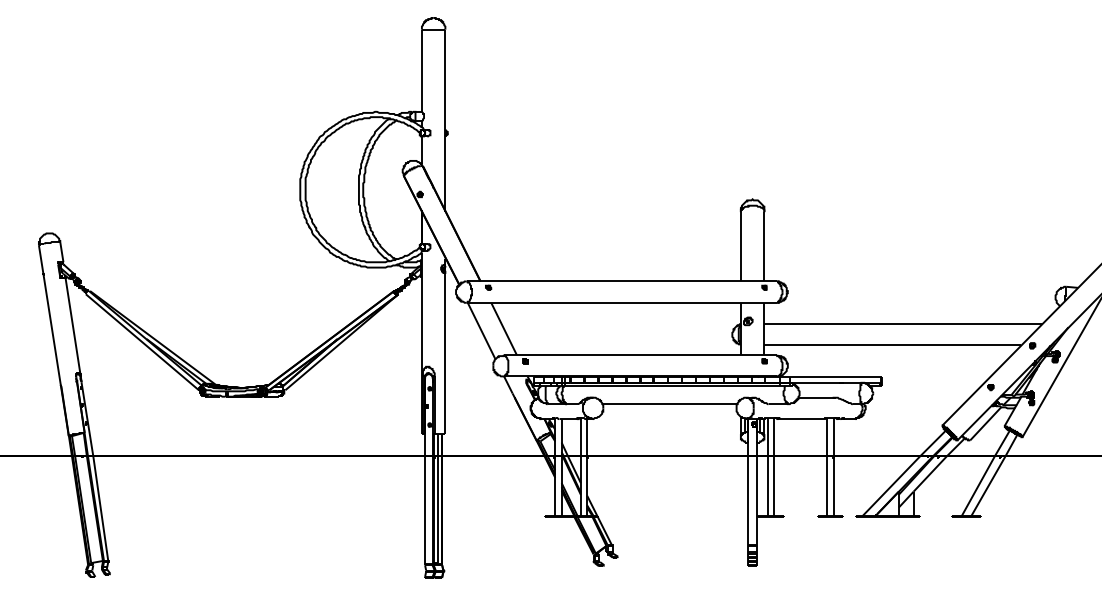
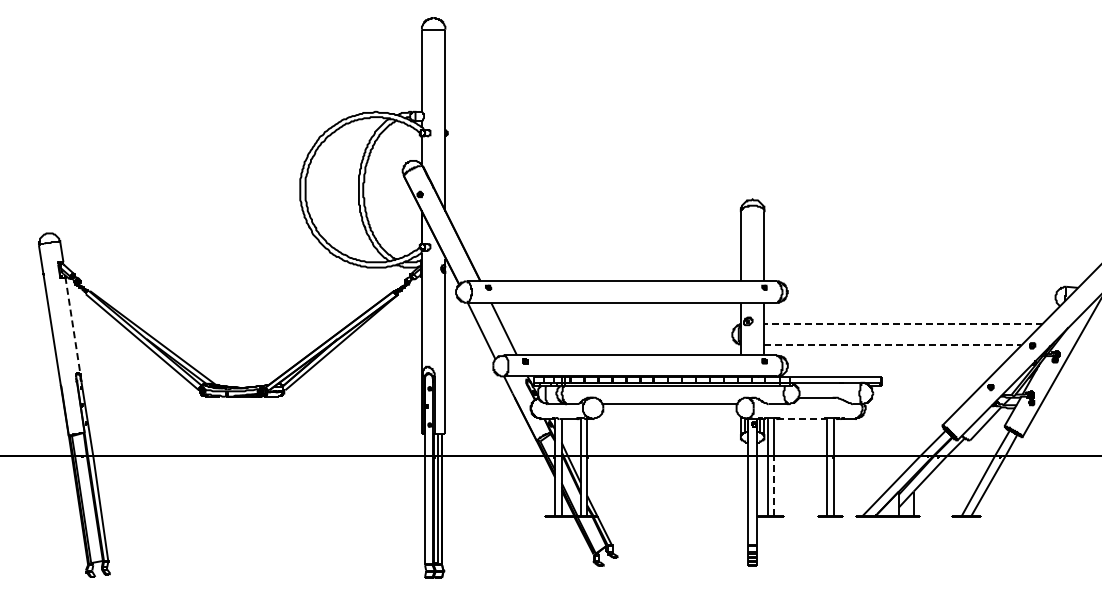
line at (903, 324): solid -> dashed
line at (73, 329): solid -> dashed
line at (892, 345): solid -> dashed
line at (801, 419): solid -> dashed
line at (773, 486): solid -> dashed
